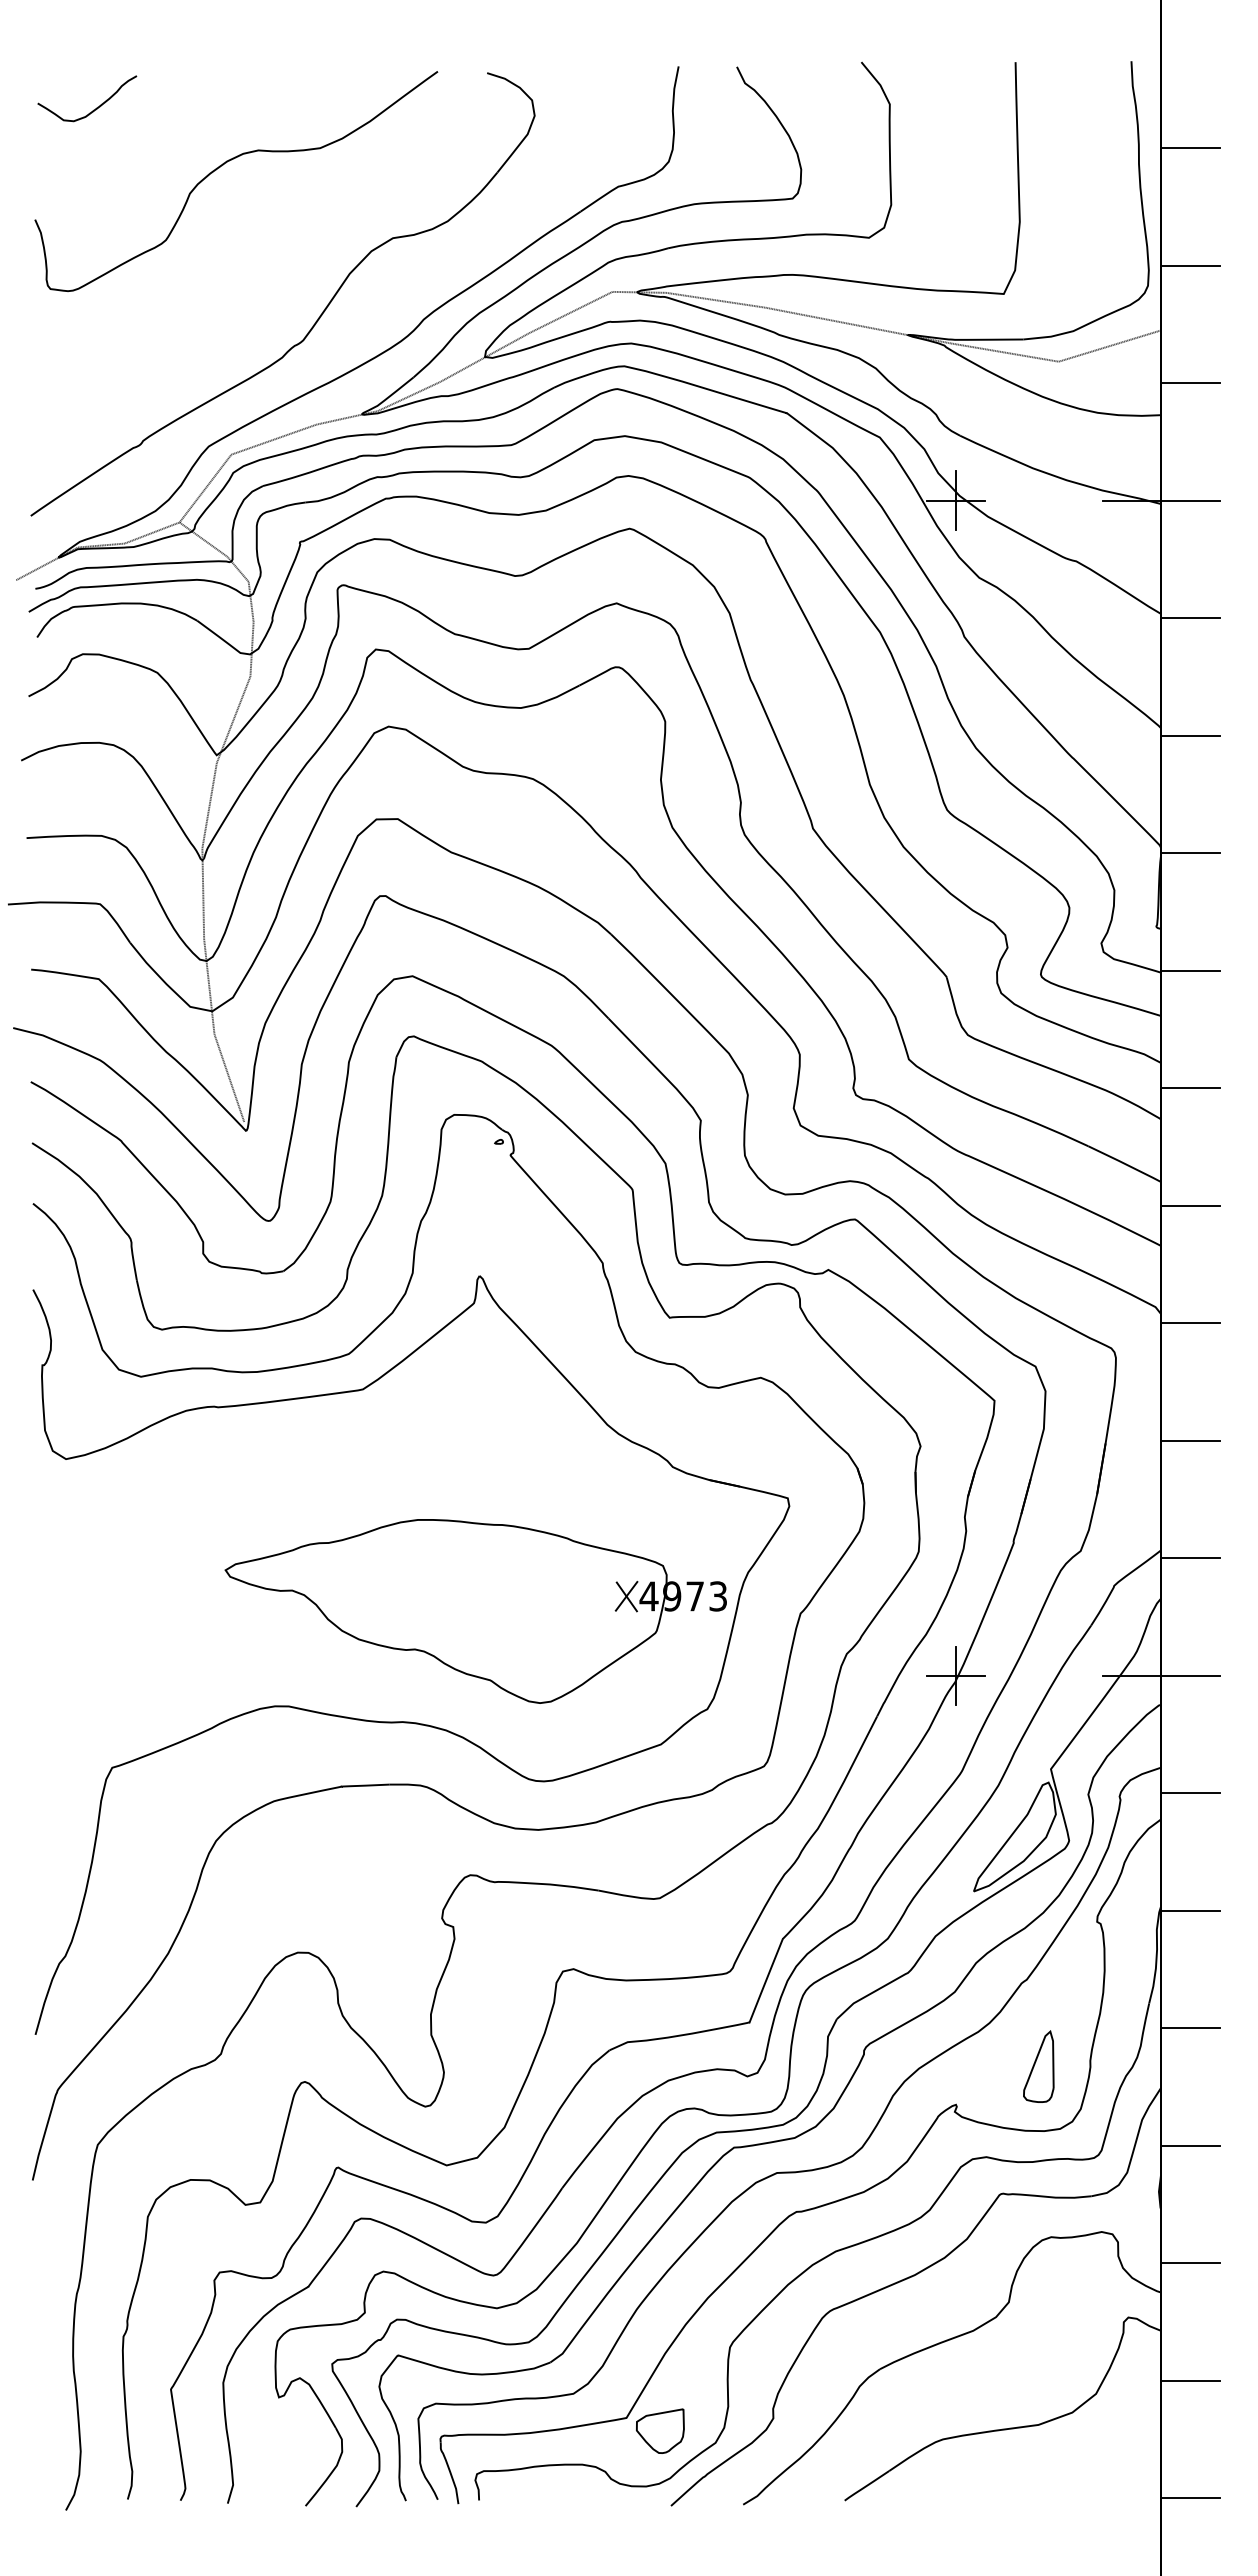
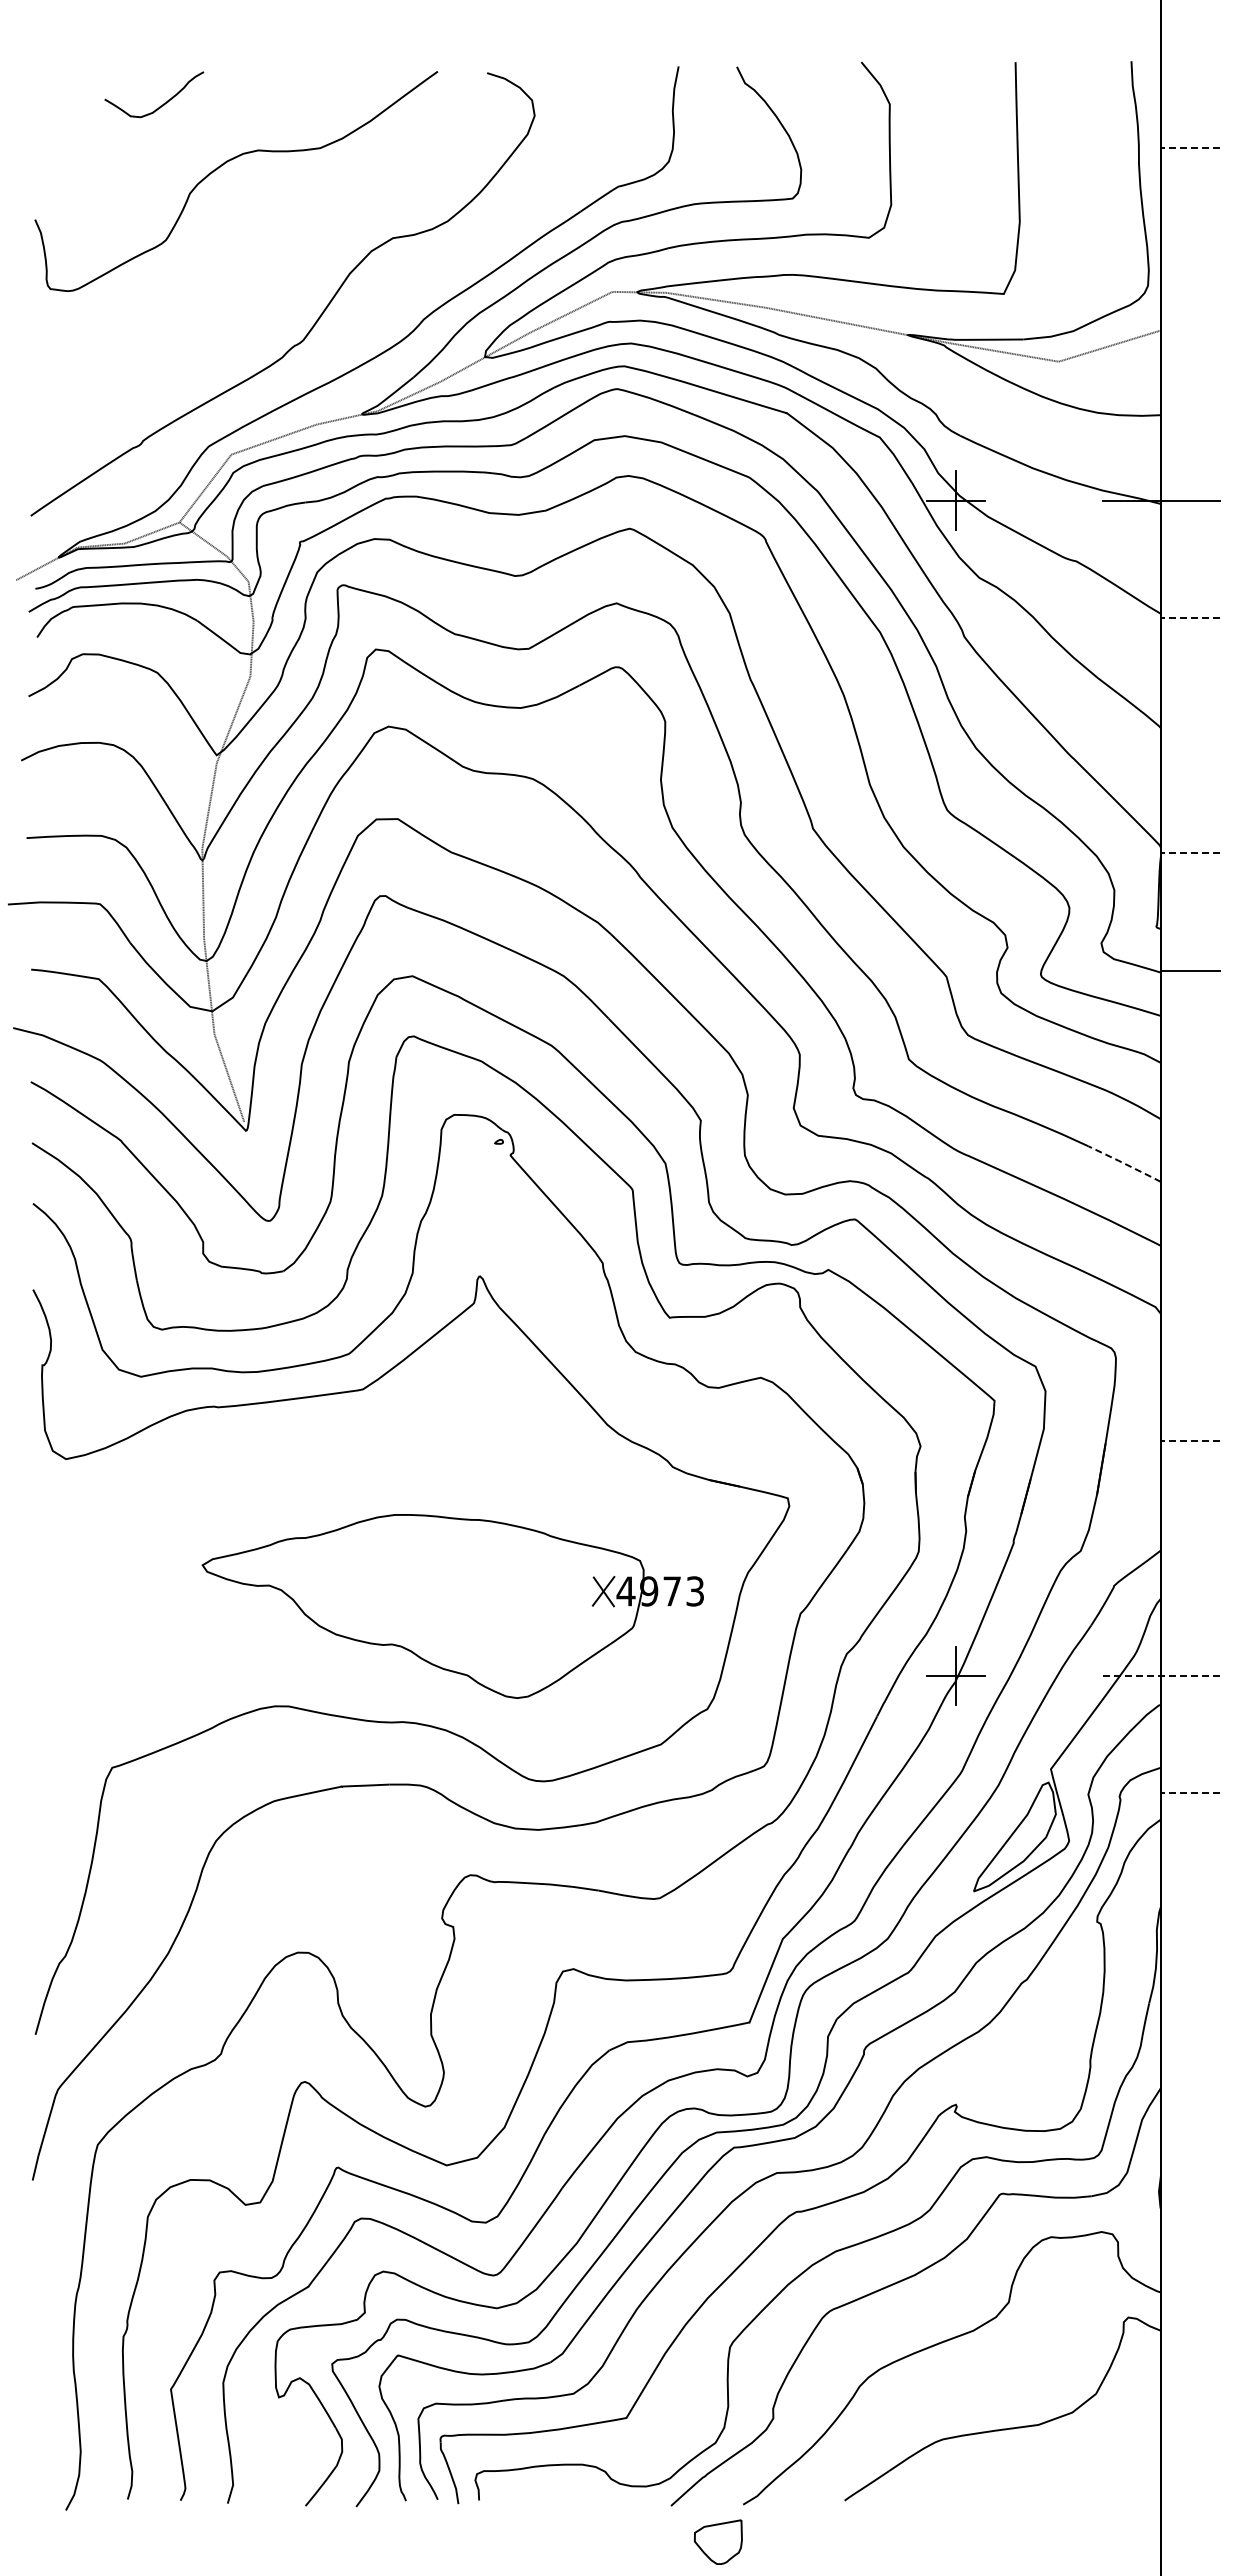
curve at (93, 109) position: (93, 109) -> (160, 105)
line at (1190, 148): solid -> dashed
line at (1190, 265): present -> none
line at (1190, 383): present -> none
line at (1190, 618): solid -> dashed
line at (1190, 735): present -> none
line at (1190, 853): solid -> dashed
line at (1190, 1088): present -> none
line at (1124, 1163): solid -> dashed
line at (1190, 1205): present -> none
line at (1190, 1323): present -> none
line at (1190, 1440): solid -> dashed
line at (1190, 1558): present -> none
part at (475, 1611) position: (475, 1611) -> (452, 1606)
line at (1161, 1675): solid -> dashed
line at (1190, 1793): solid -> dashed
line at (1190, 1910): present -> none
line at (1190, 2028): present -> none
part at (1038, 2066): present -> none
line at (1190, 2145): present -> none
line at (1190, 2263): present -> none
line at (1190, 2380): present -> none
part at (660, 2430) position: (660, 2430) -> (718, 2541)
line at (1190, 2498): present -> none
